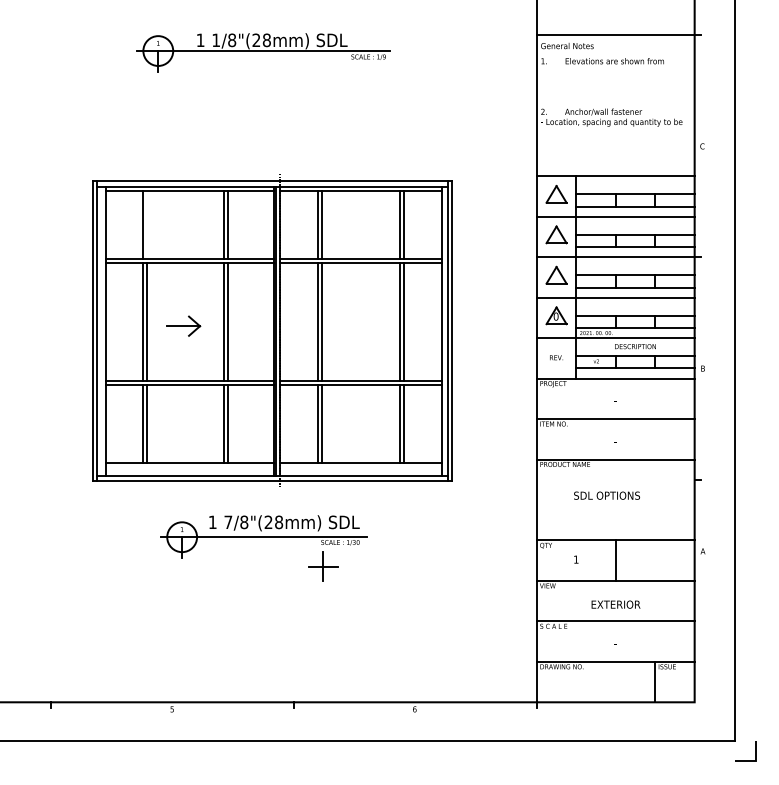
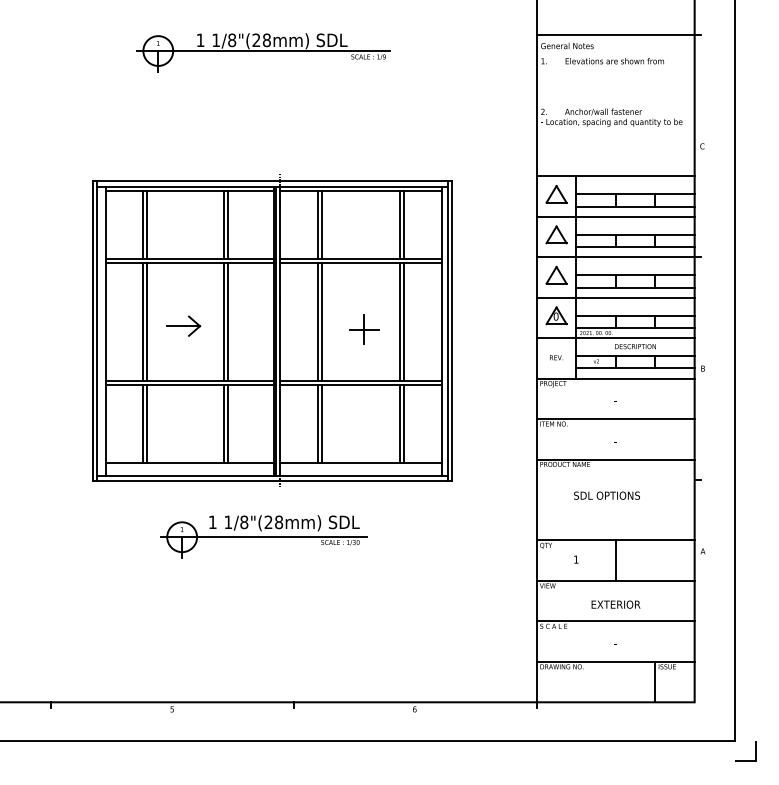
line at (146, 224): none -> present
text at (228, 521): 7/8"(28mm) -> 1/8"(28mm)
part at (323, 566) position: (323, 566) -> (364, 329)
